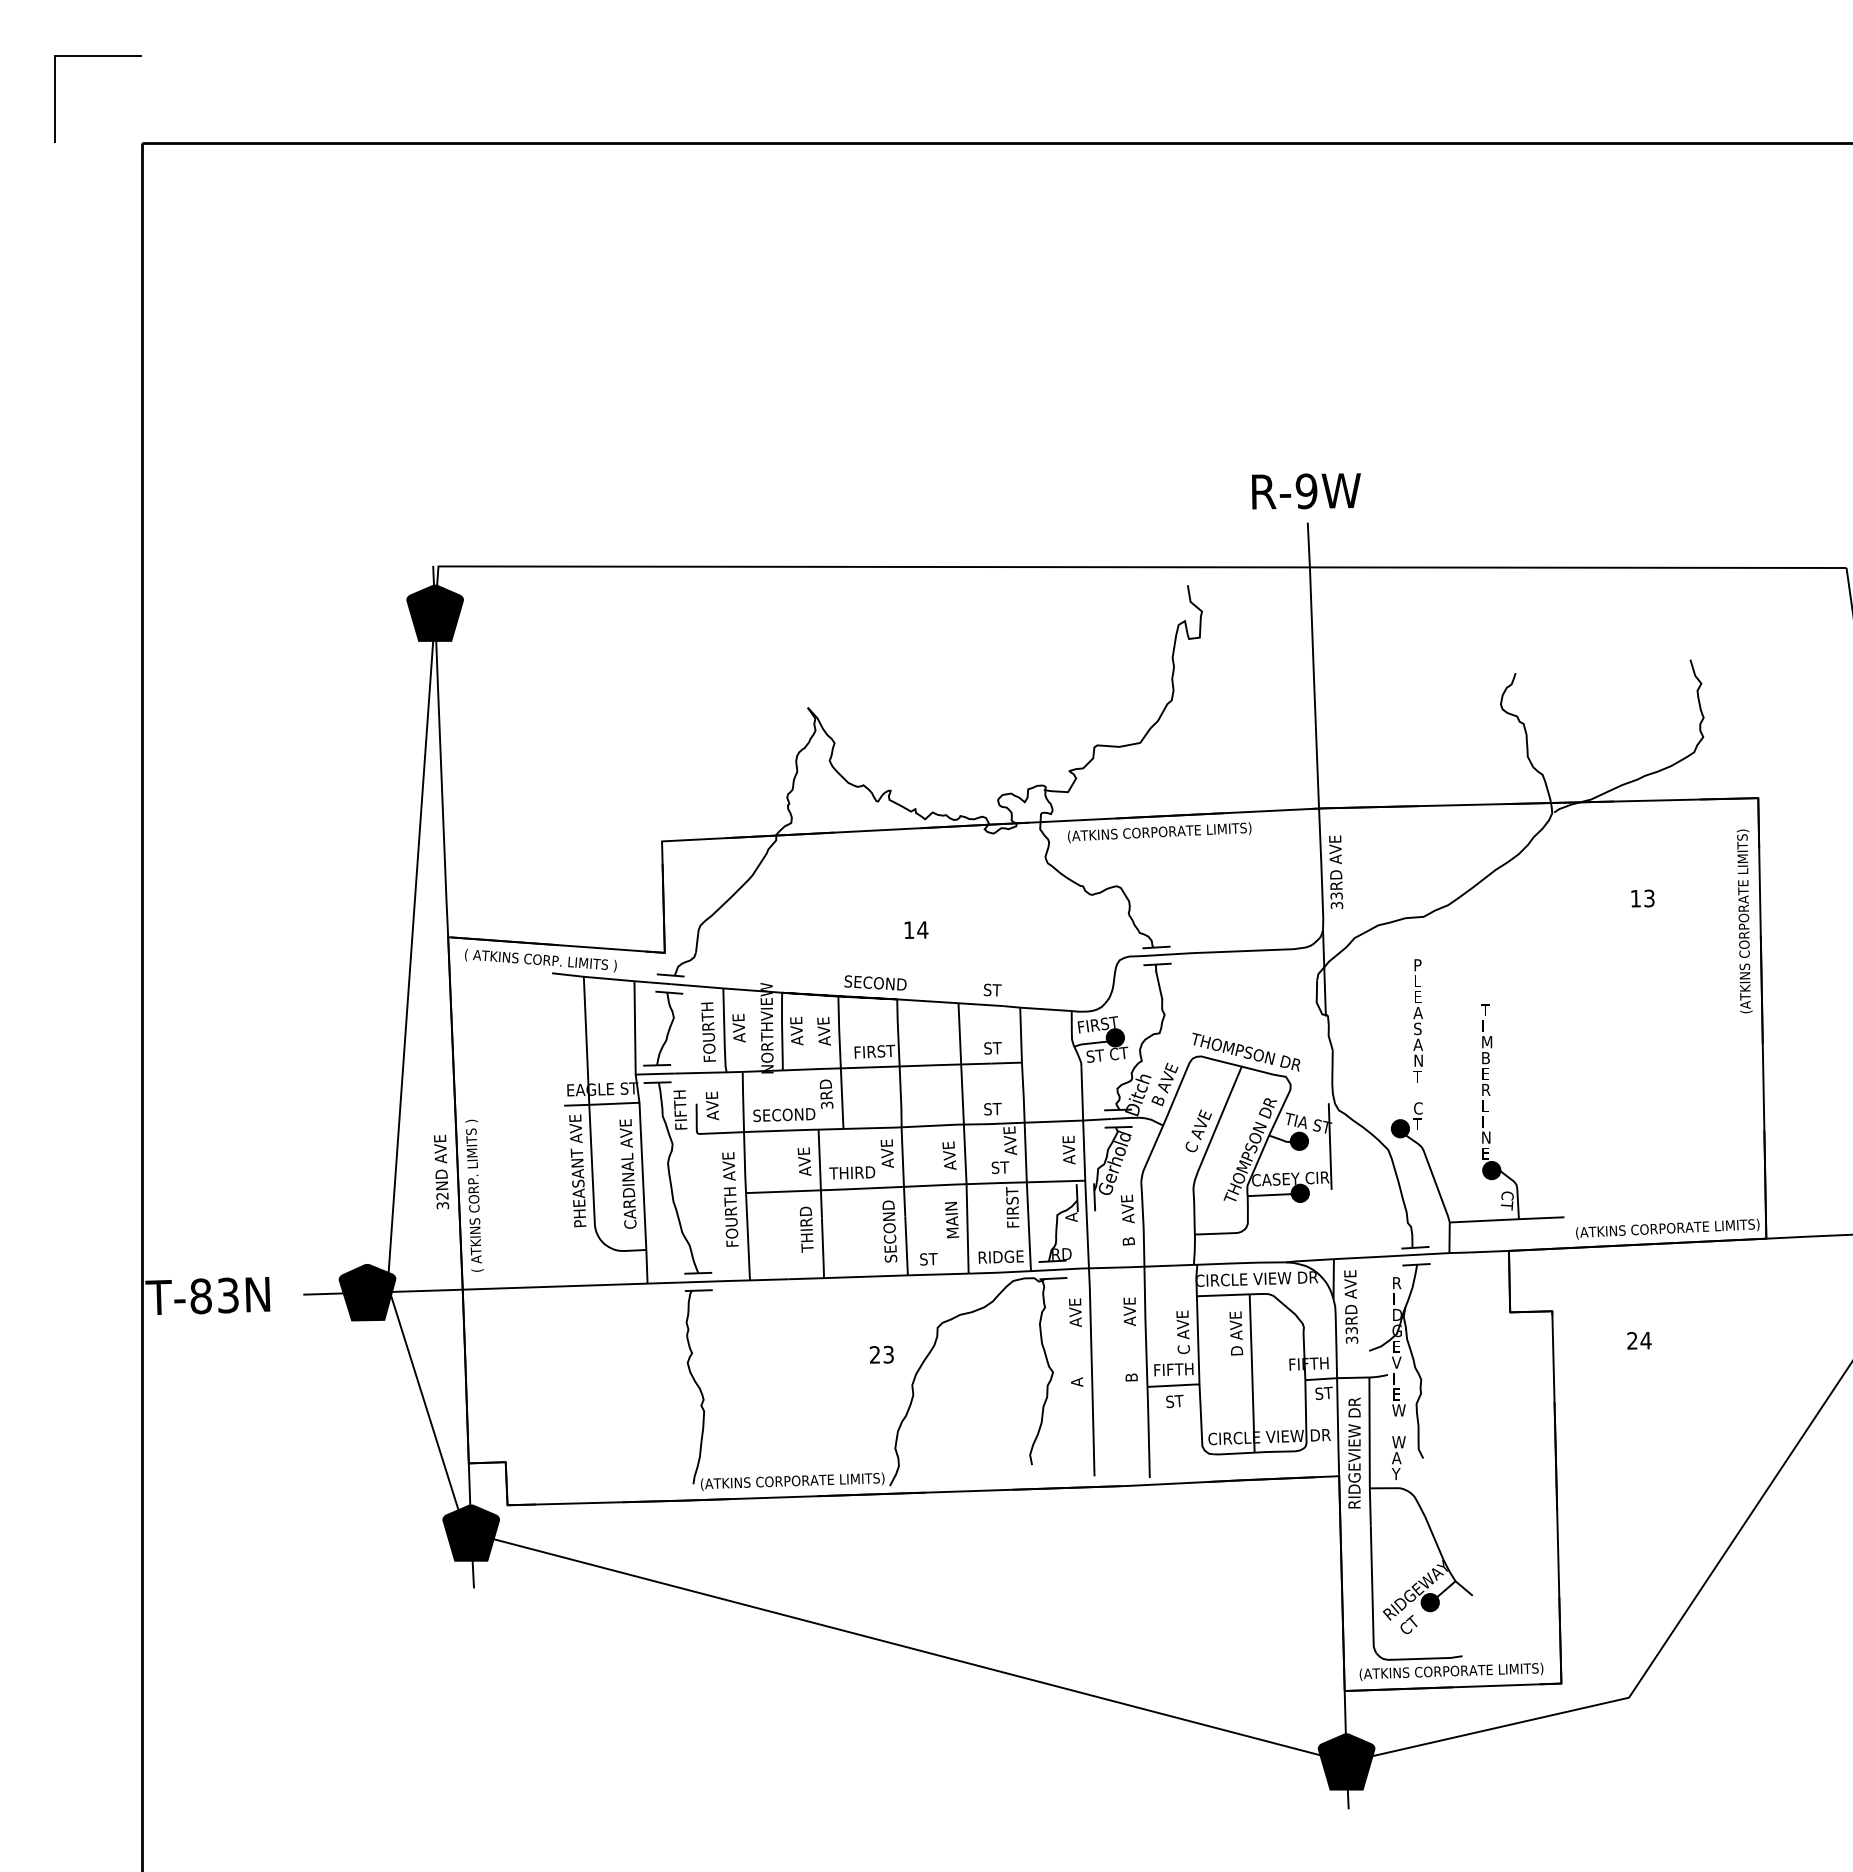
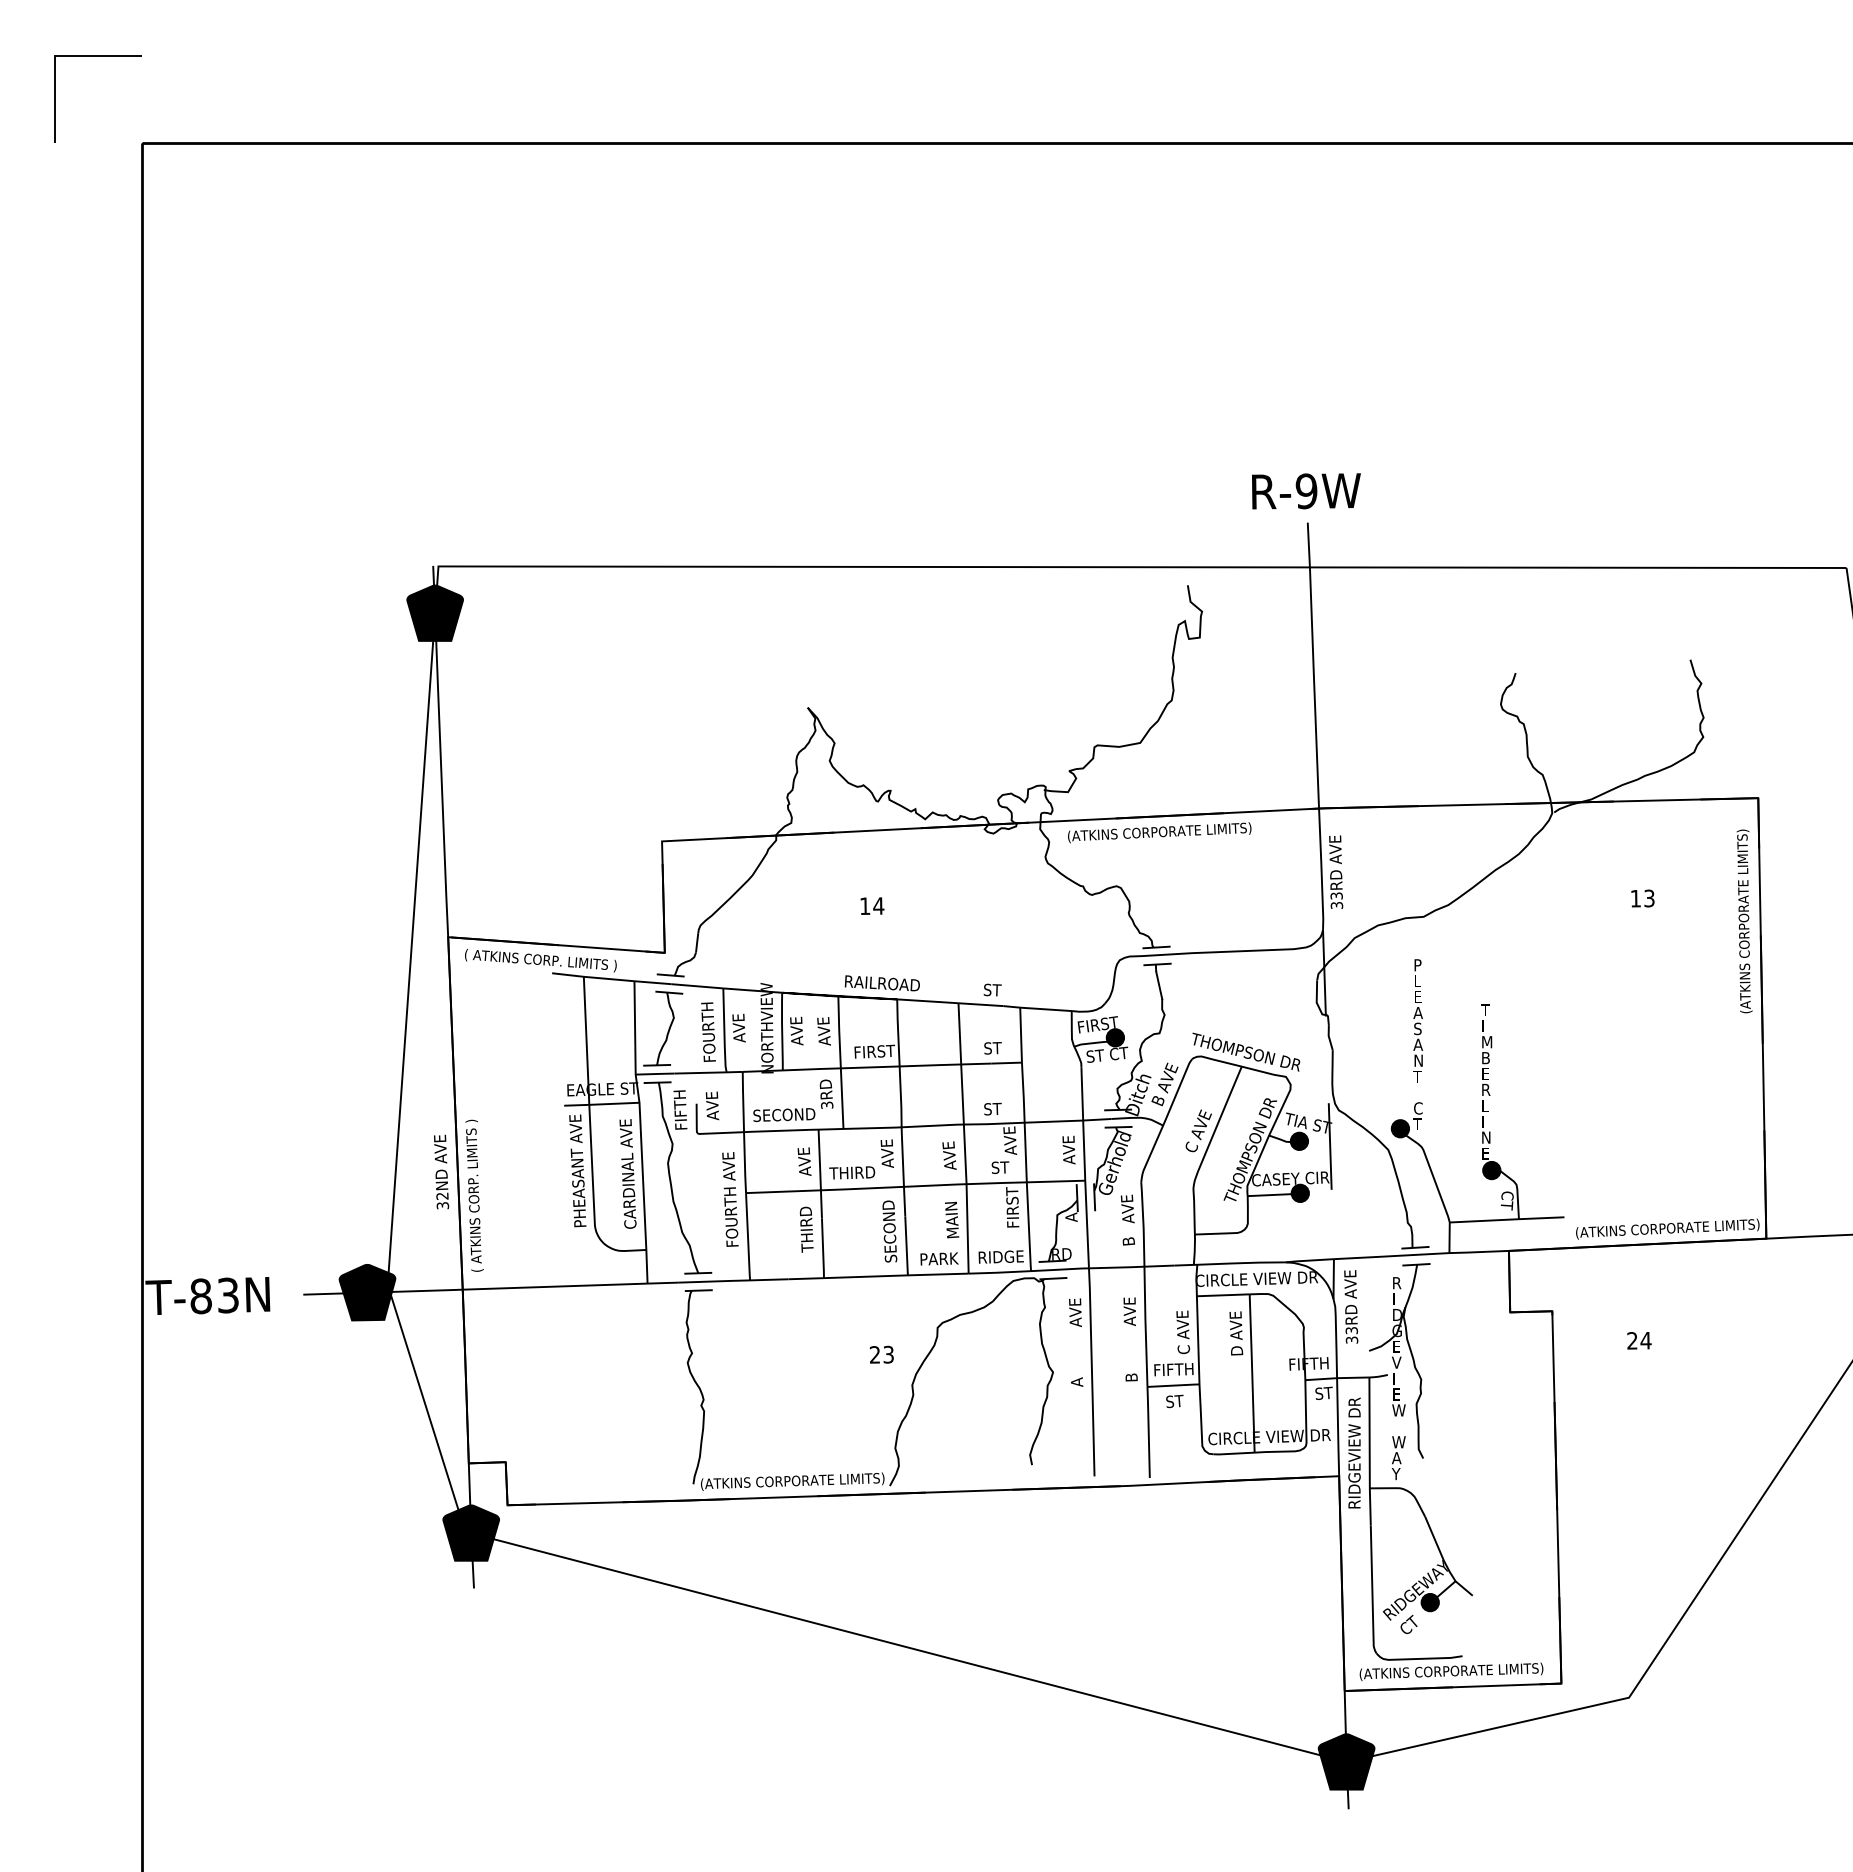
text at (916, 929) position: (916, 929) -> (872, 905)
text at (881, 983): SECOND -> RAILROAD
text at (939, 1258): ST -> PARK
